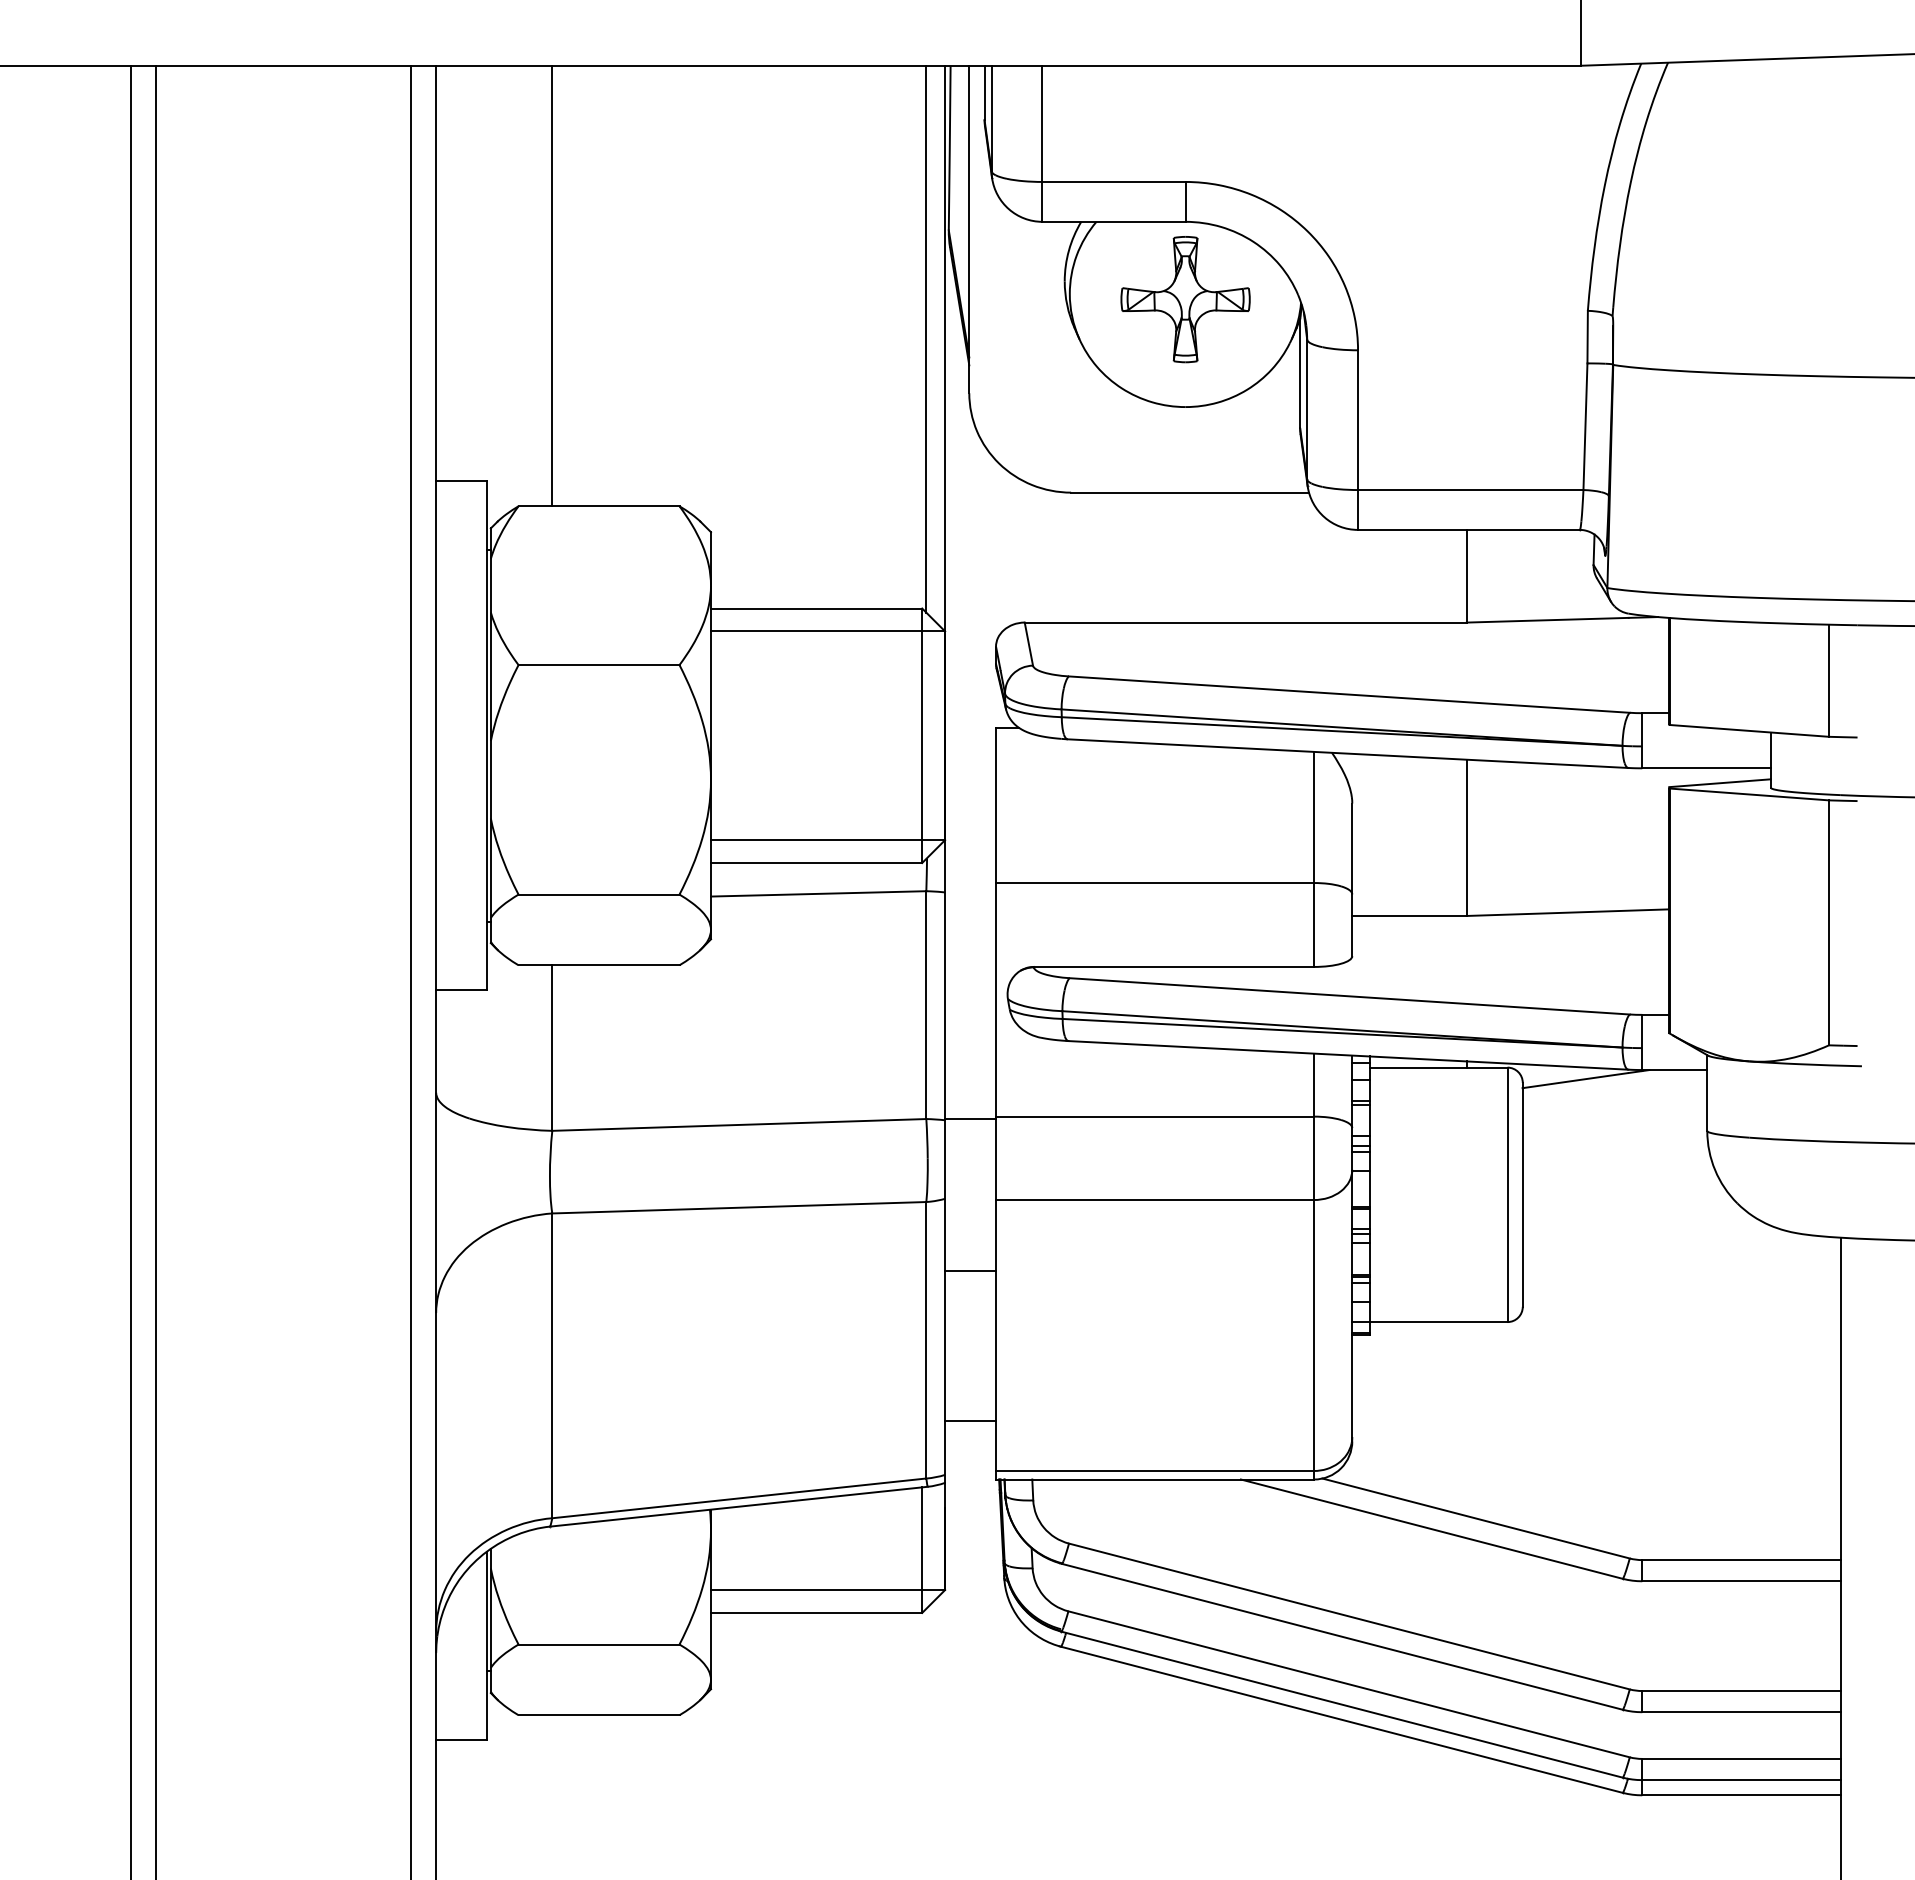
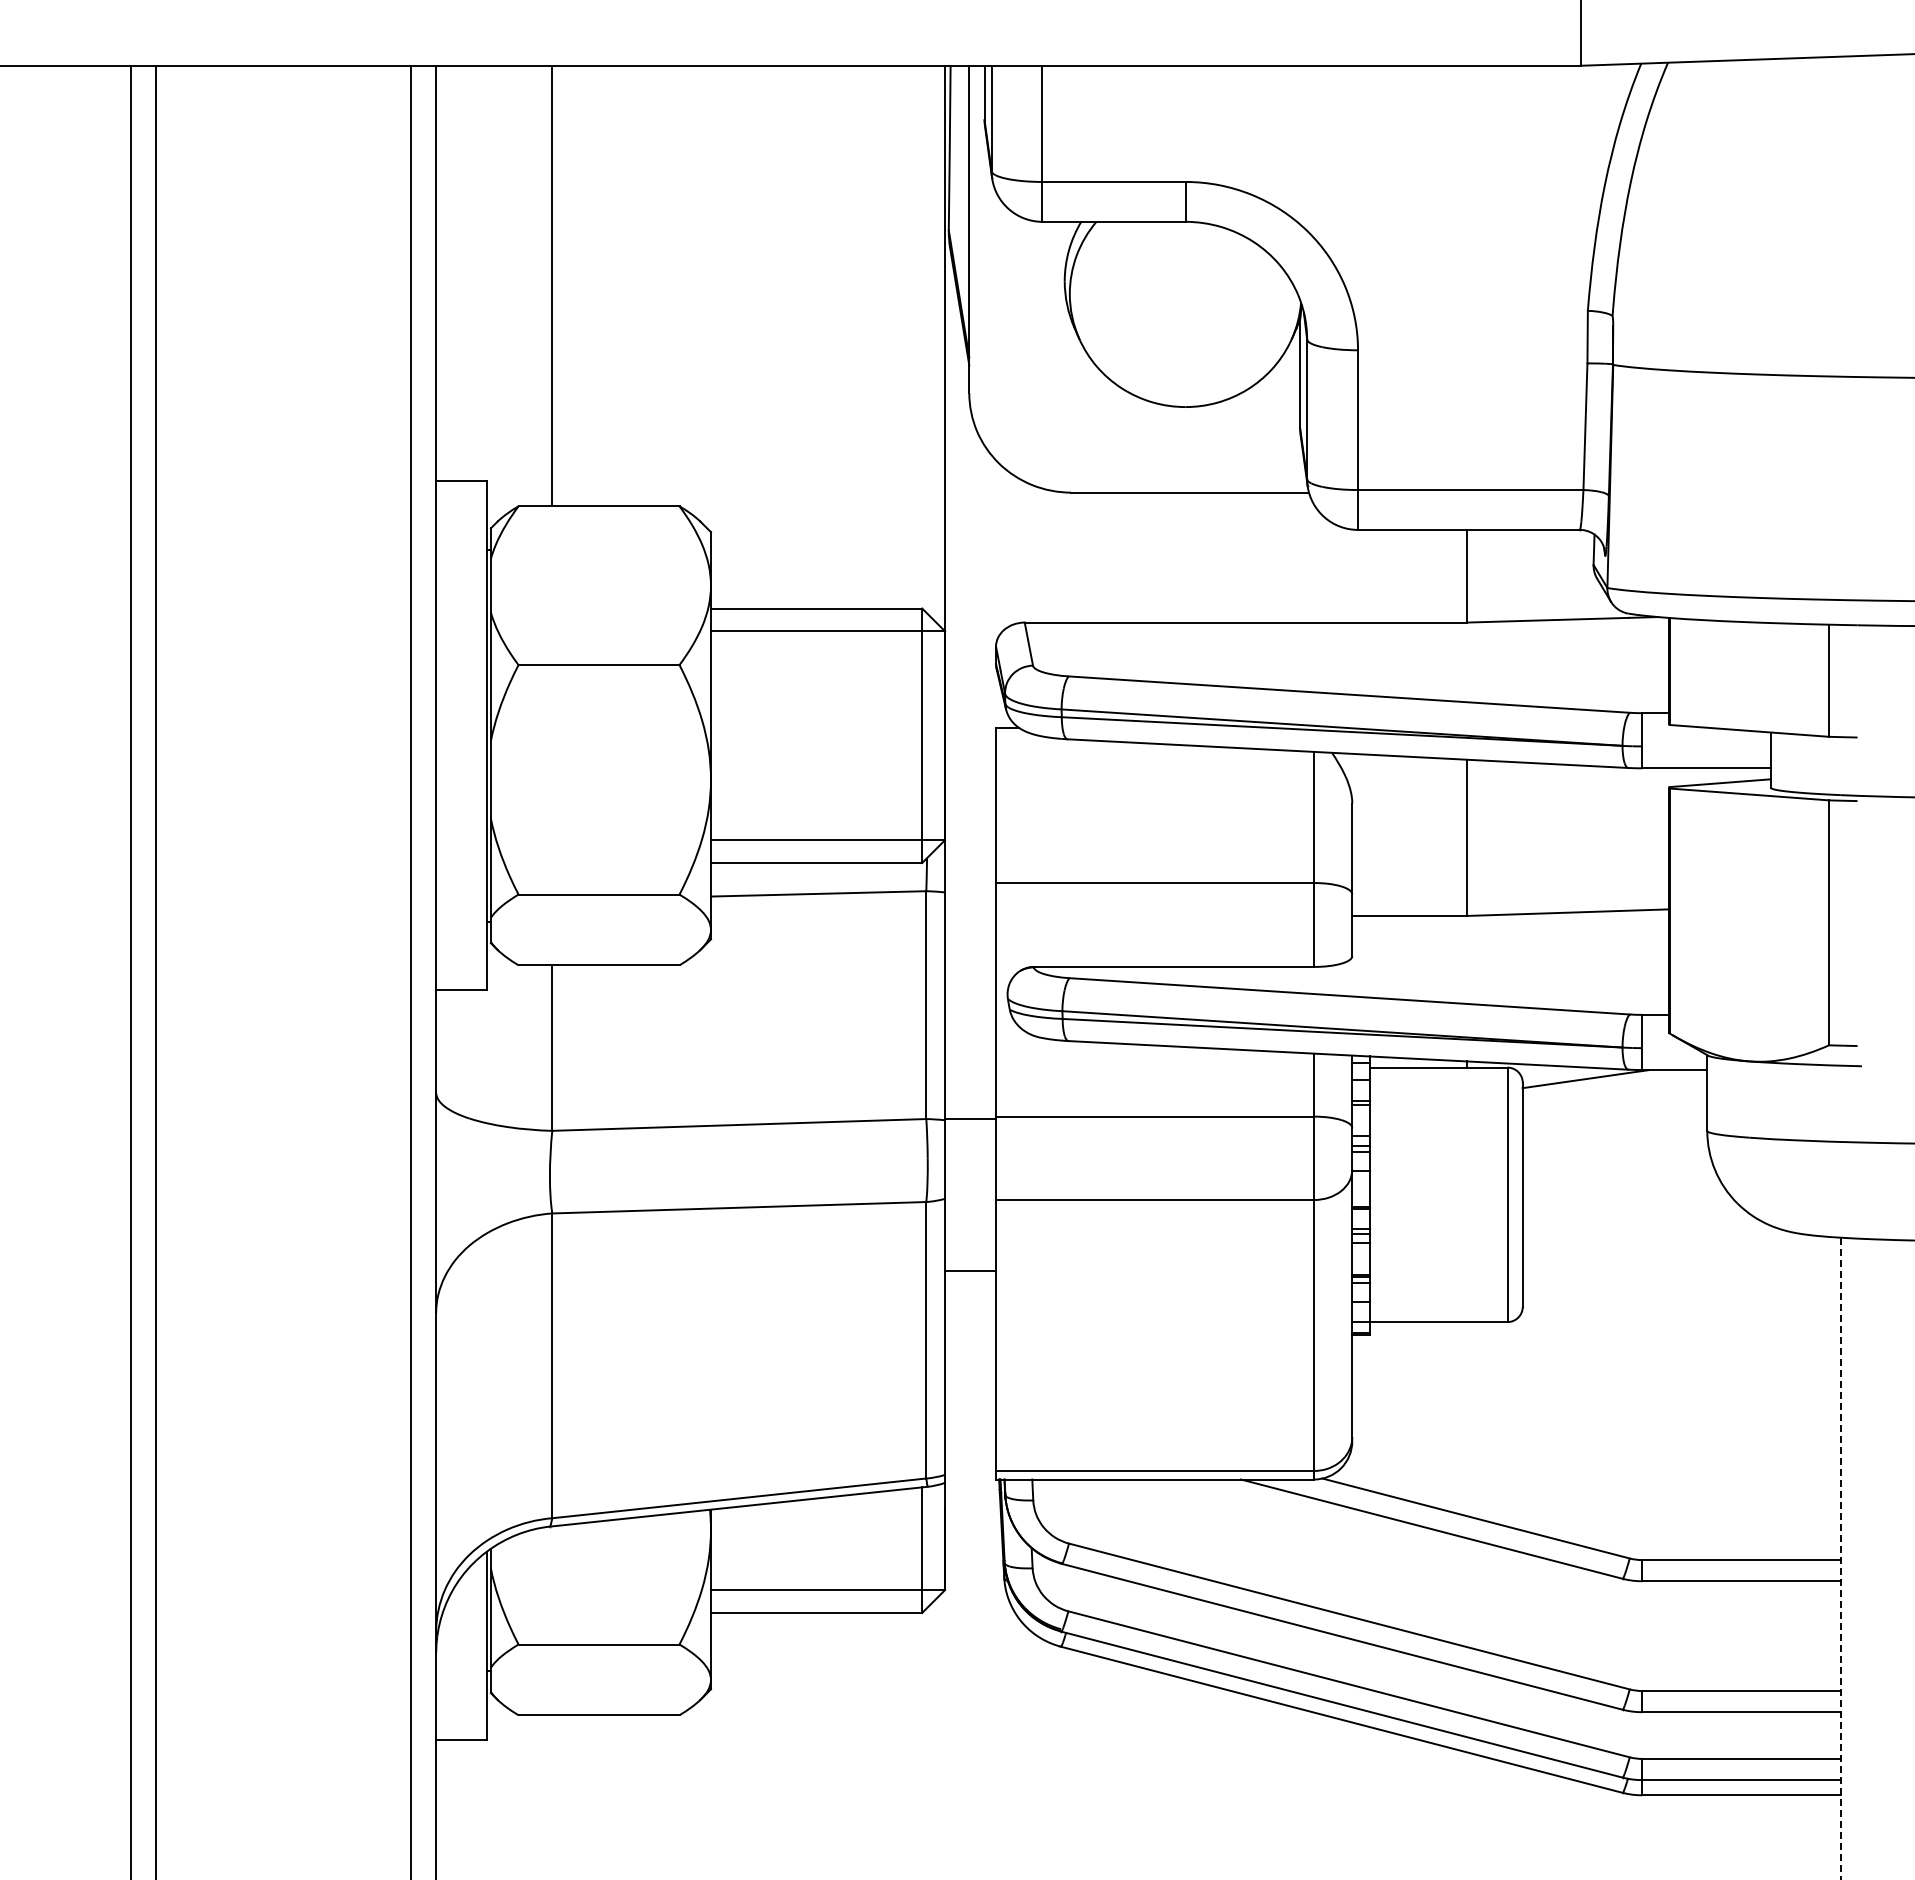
part at (1185, 299): present -> none
line at (926, 338): present -> none
line at (970, 1420): present -> none
line at (1840, 1558): solid -> dashed
